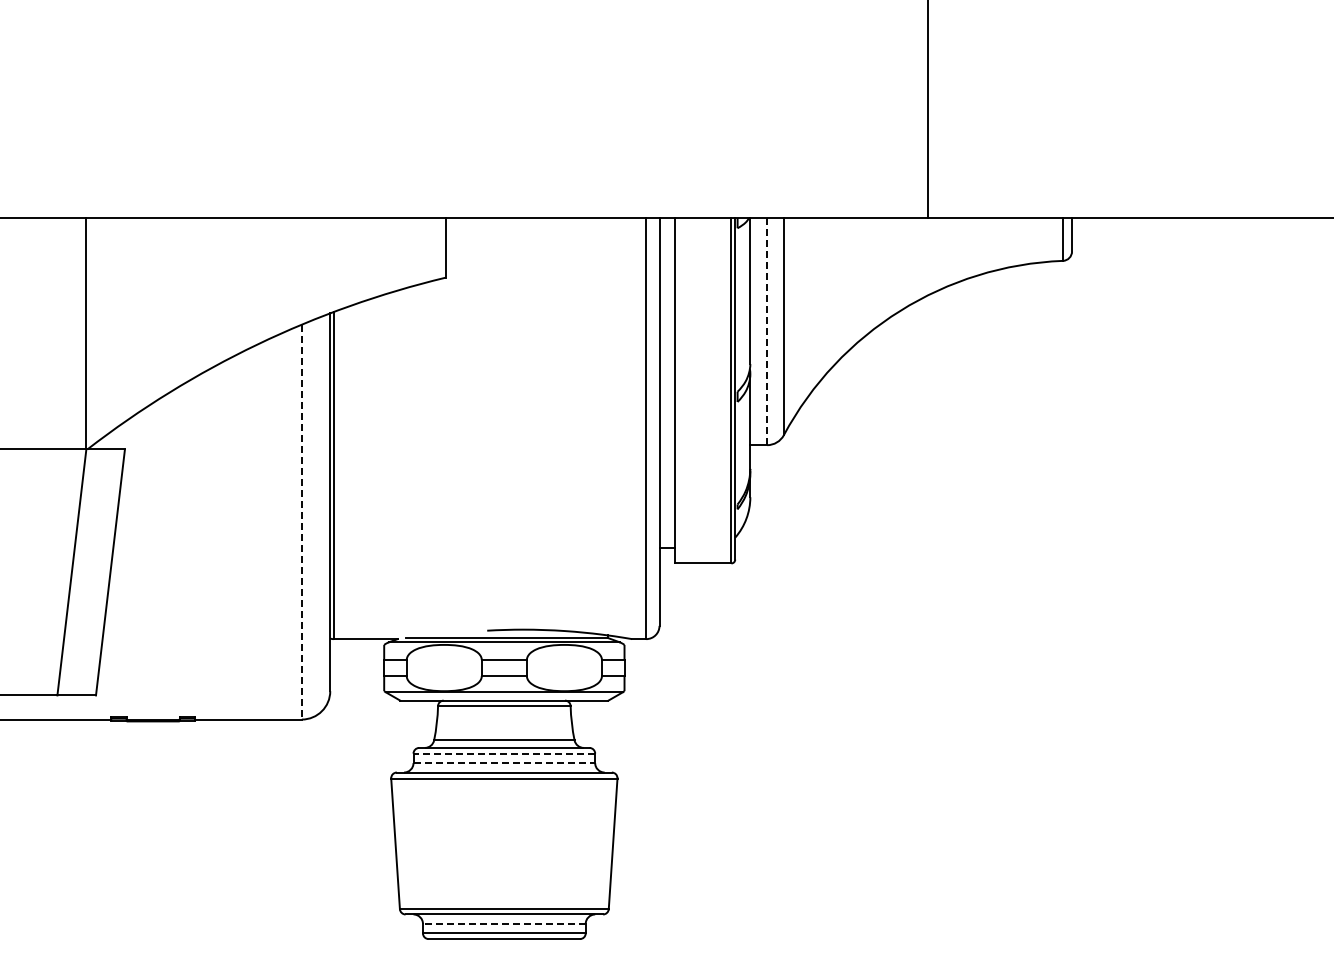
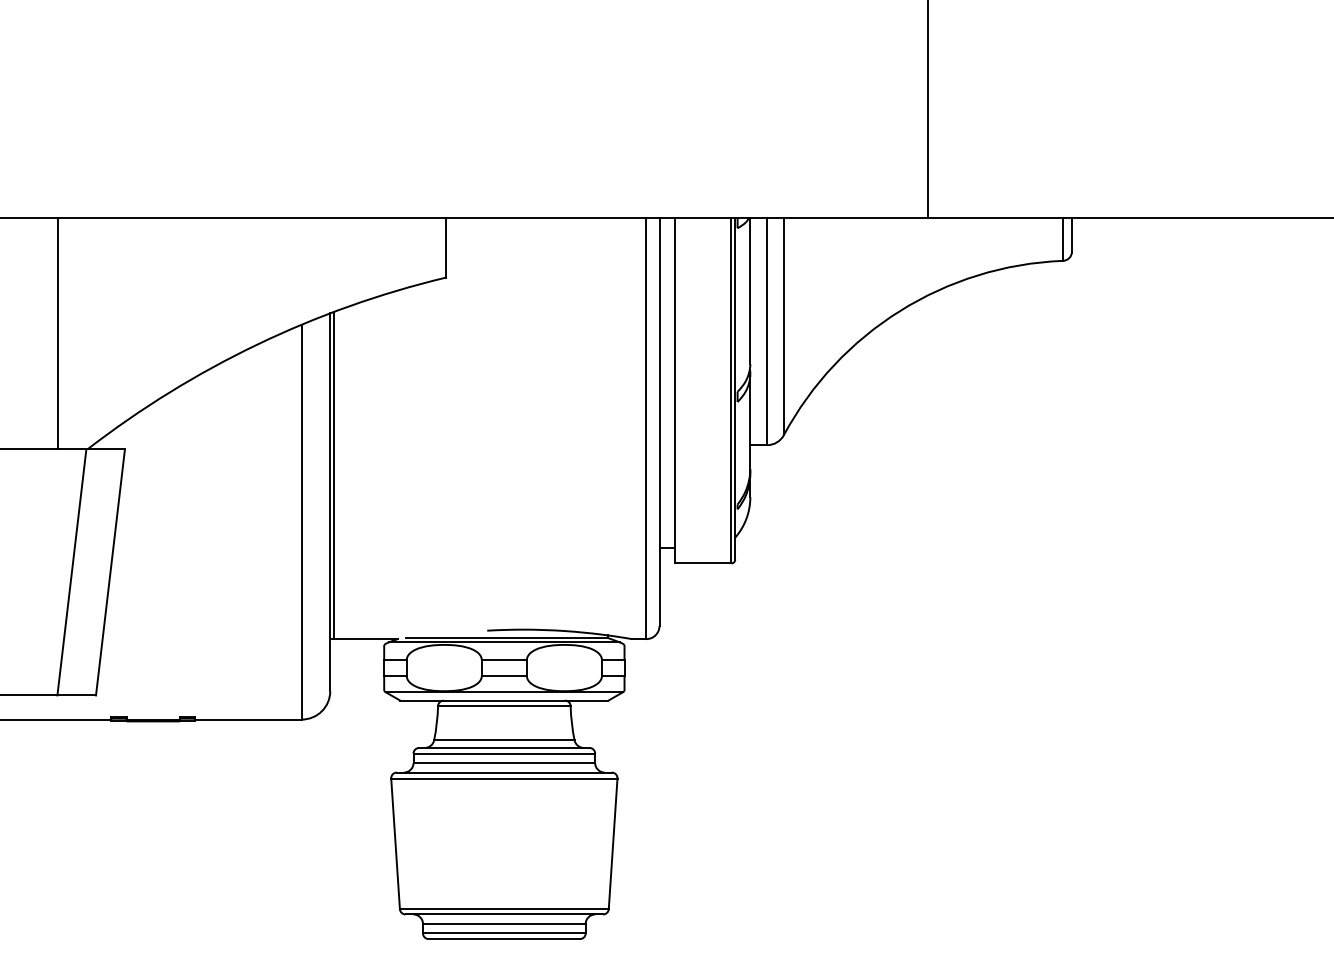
line at (767, 331): dashed -> solid
line at (85, 333) position: (85, 333) -> (57, 333)
line at (301, 522): dashed -> solid
line at (504, 753): dashed -> solid
line at (504, 763): dashed -> solid
line at (503, 923): dashed -> solid
